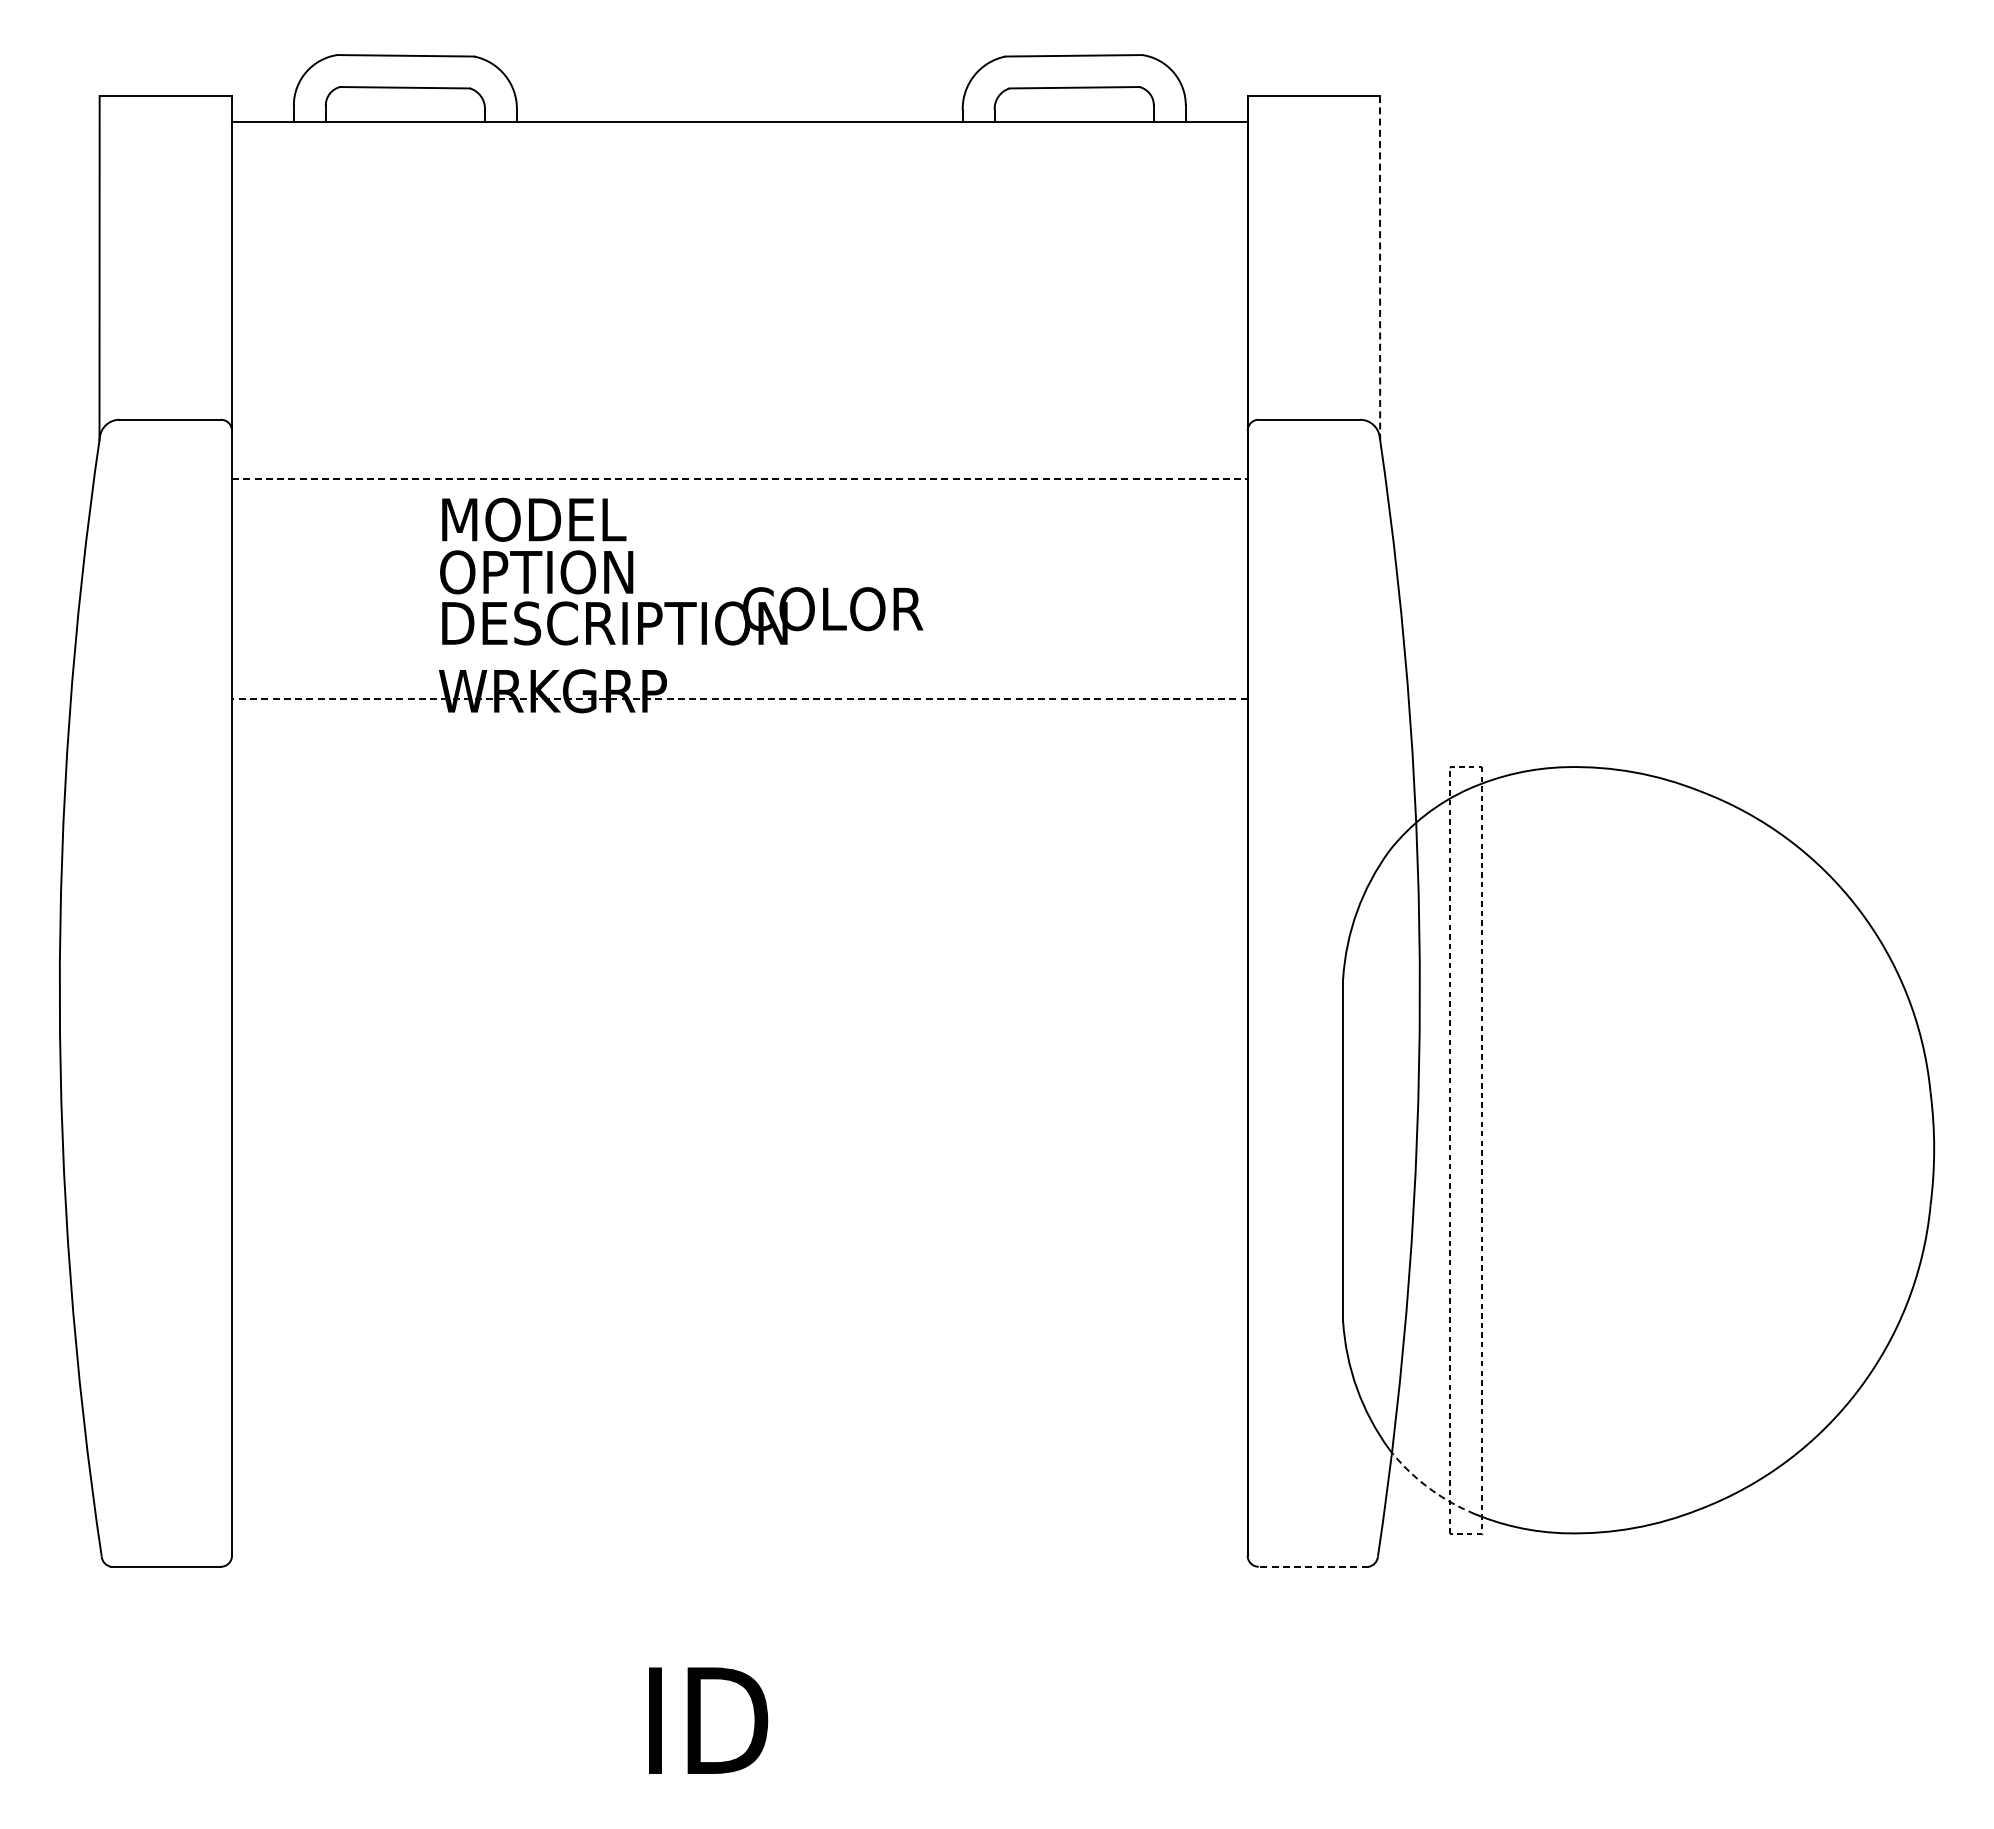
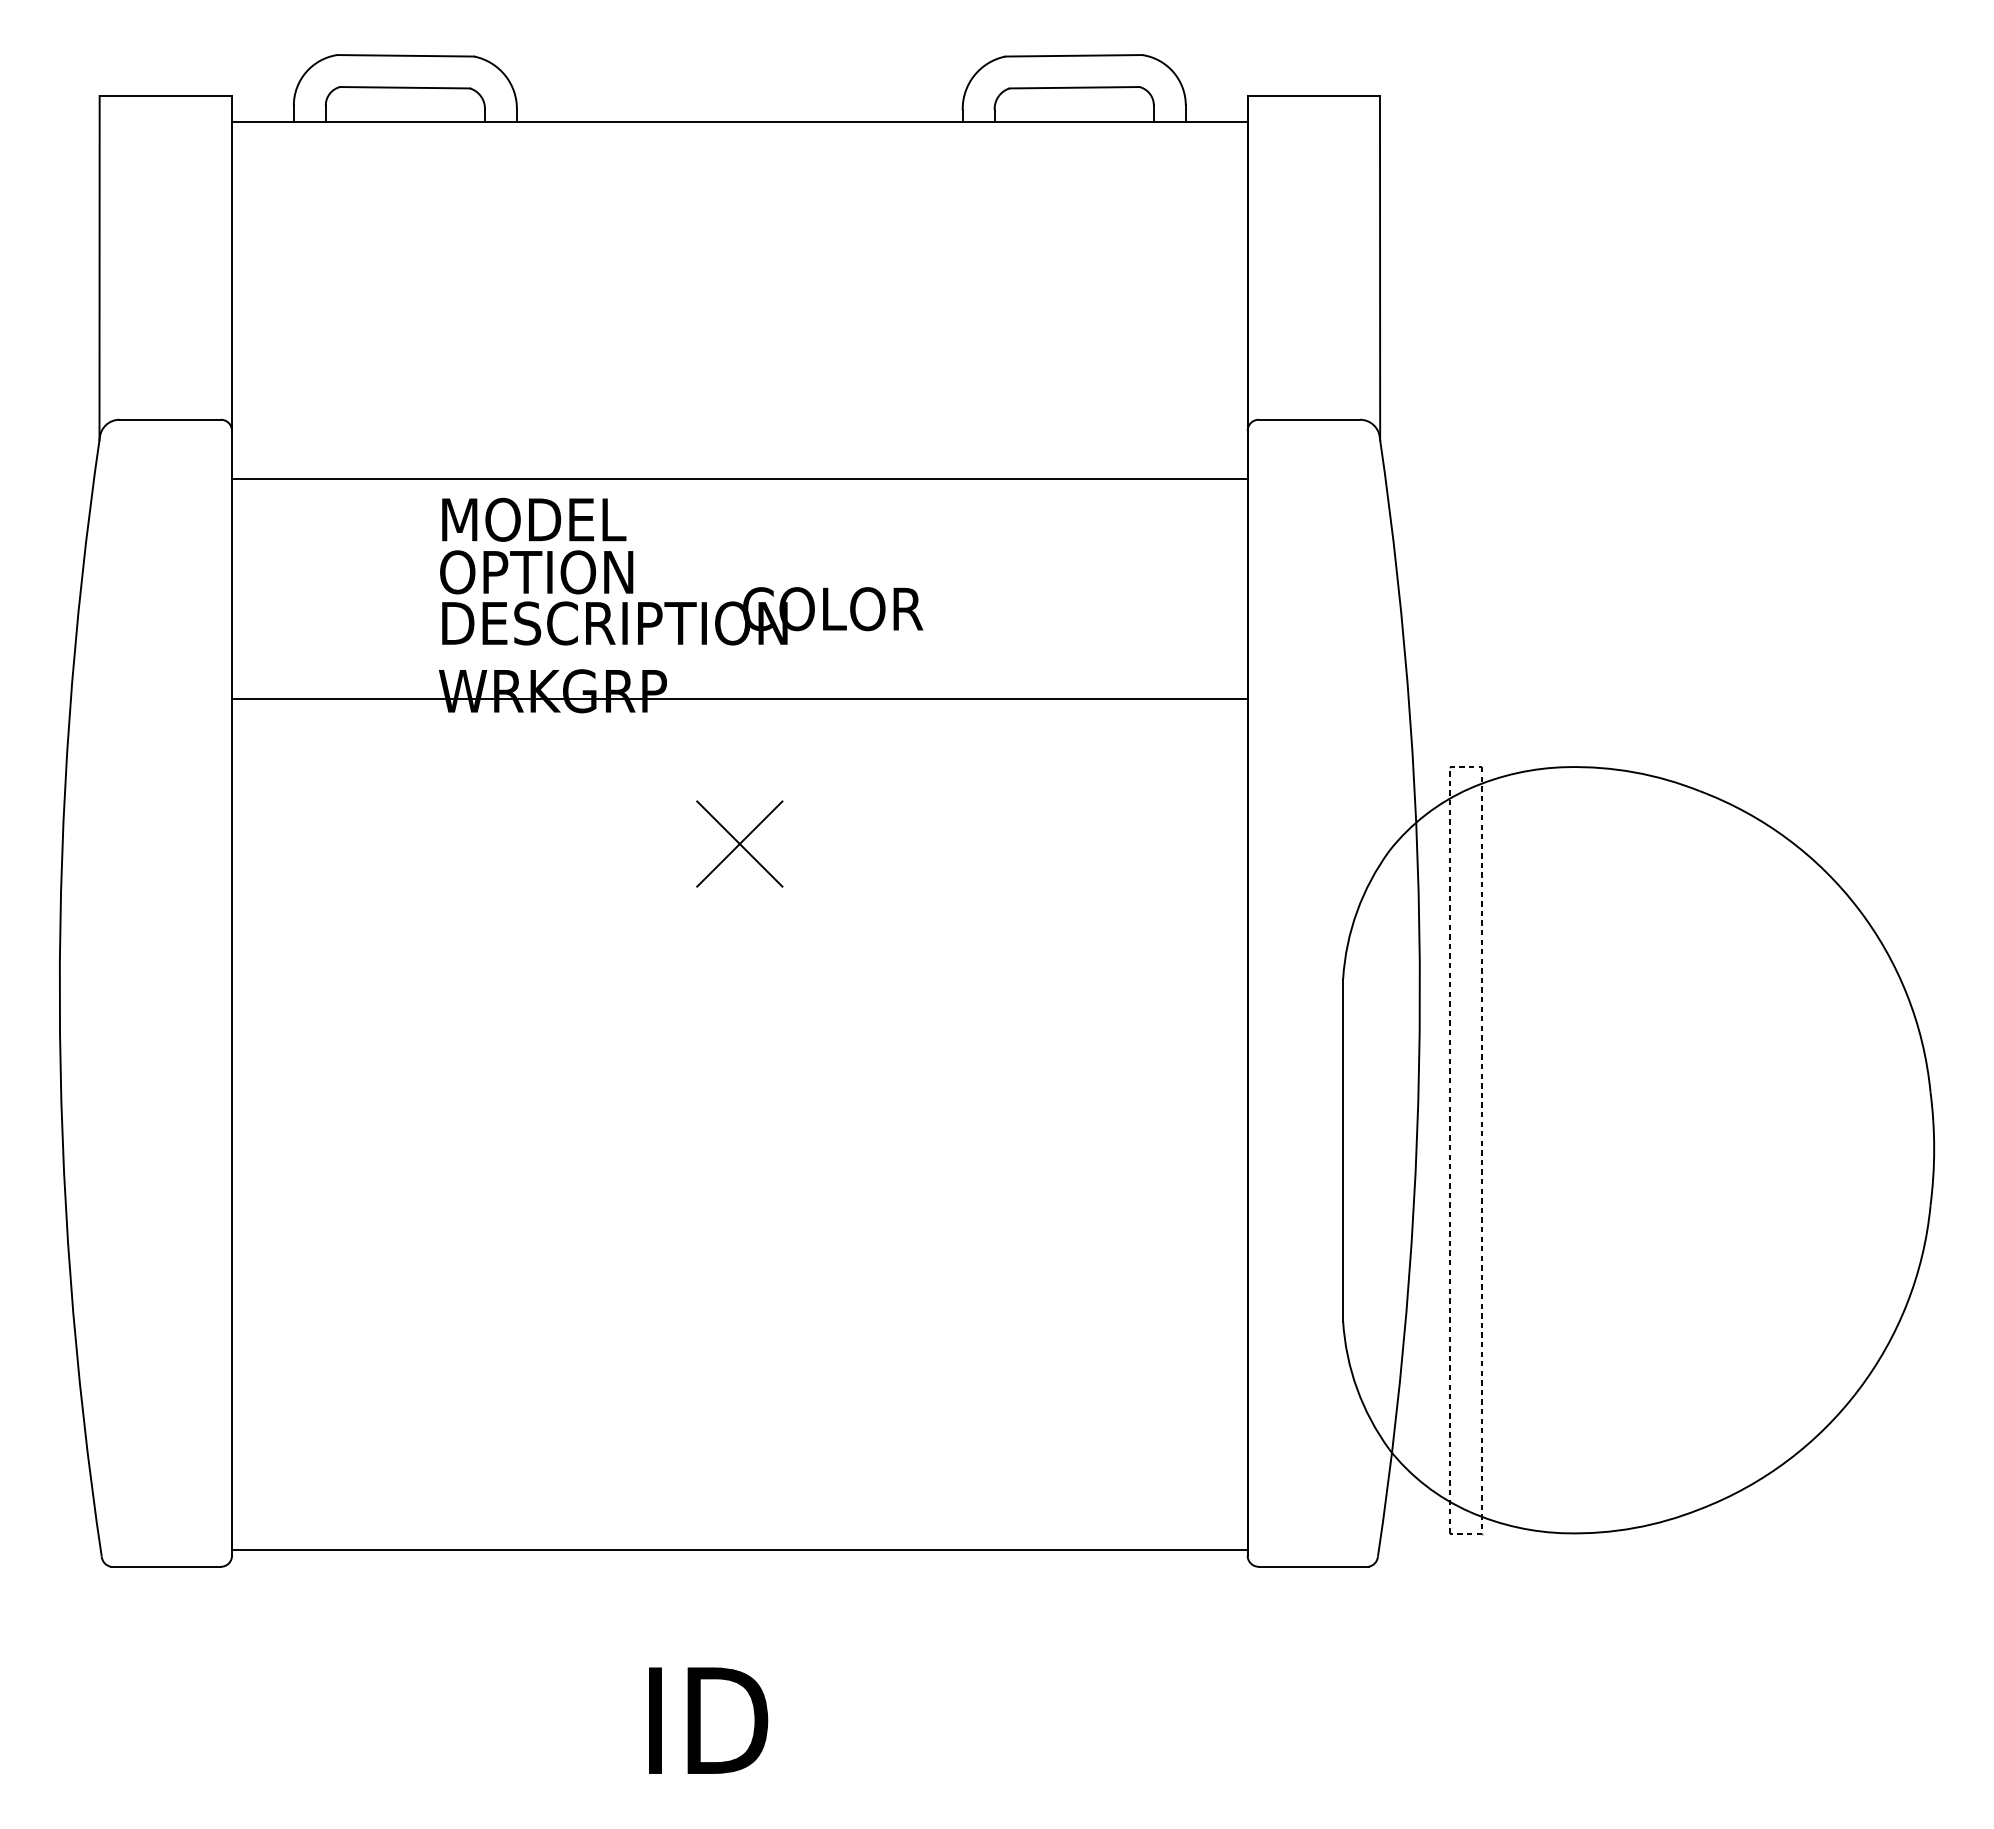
line at (1380, 268): dashed -> solid
line at (739, 479): dashed -> solid
line at (739, 698): dashed -> solid
part at (739, 843): none -> present
arc at (1425, 1485): dashed -> solid
line at (739, 1550): none -> present
line at (1313, 1566): dashed -> solid
